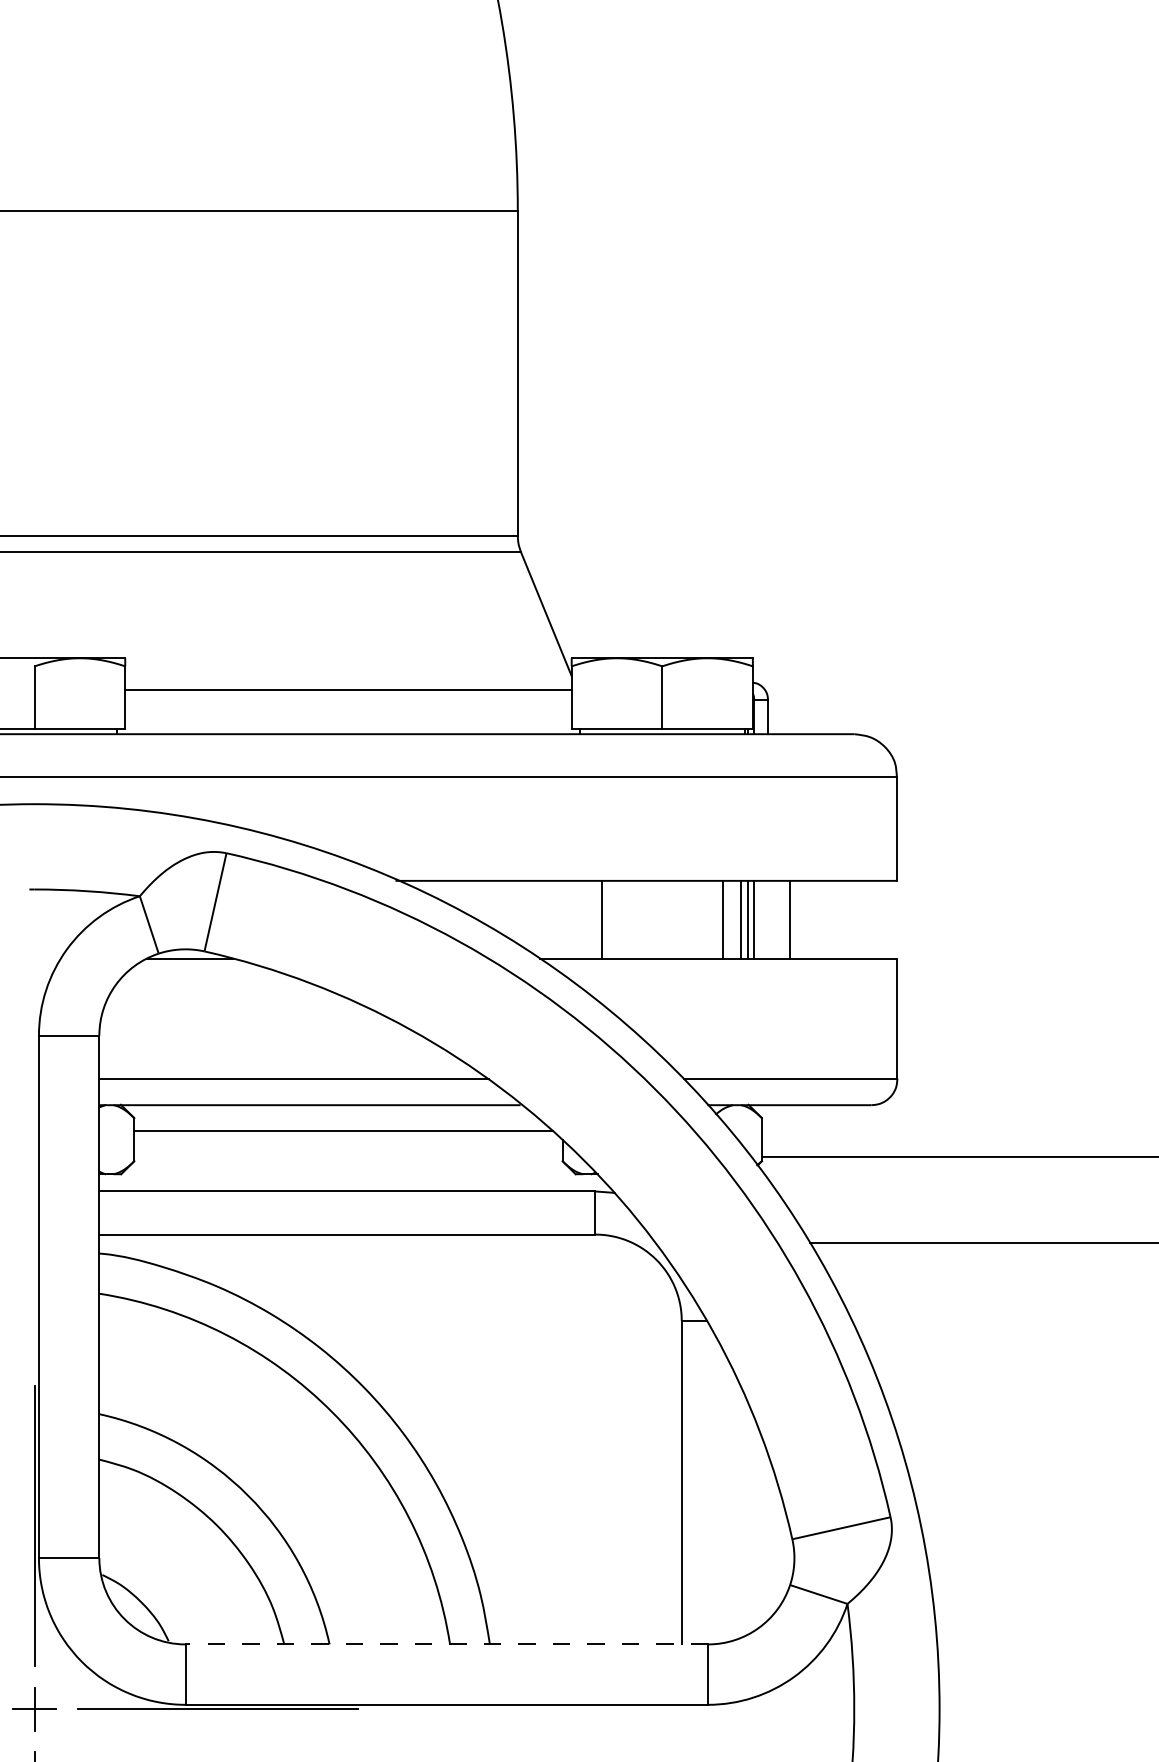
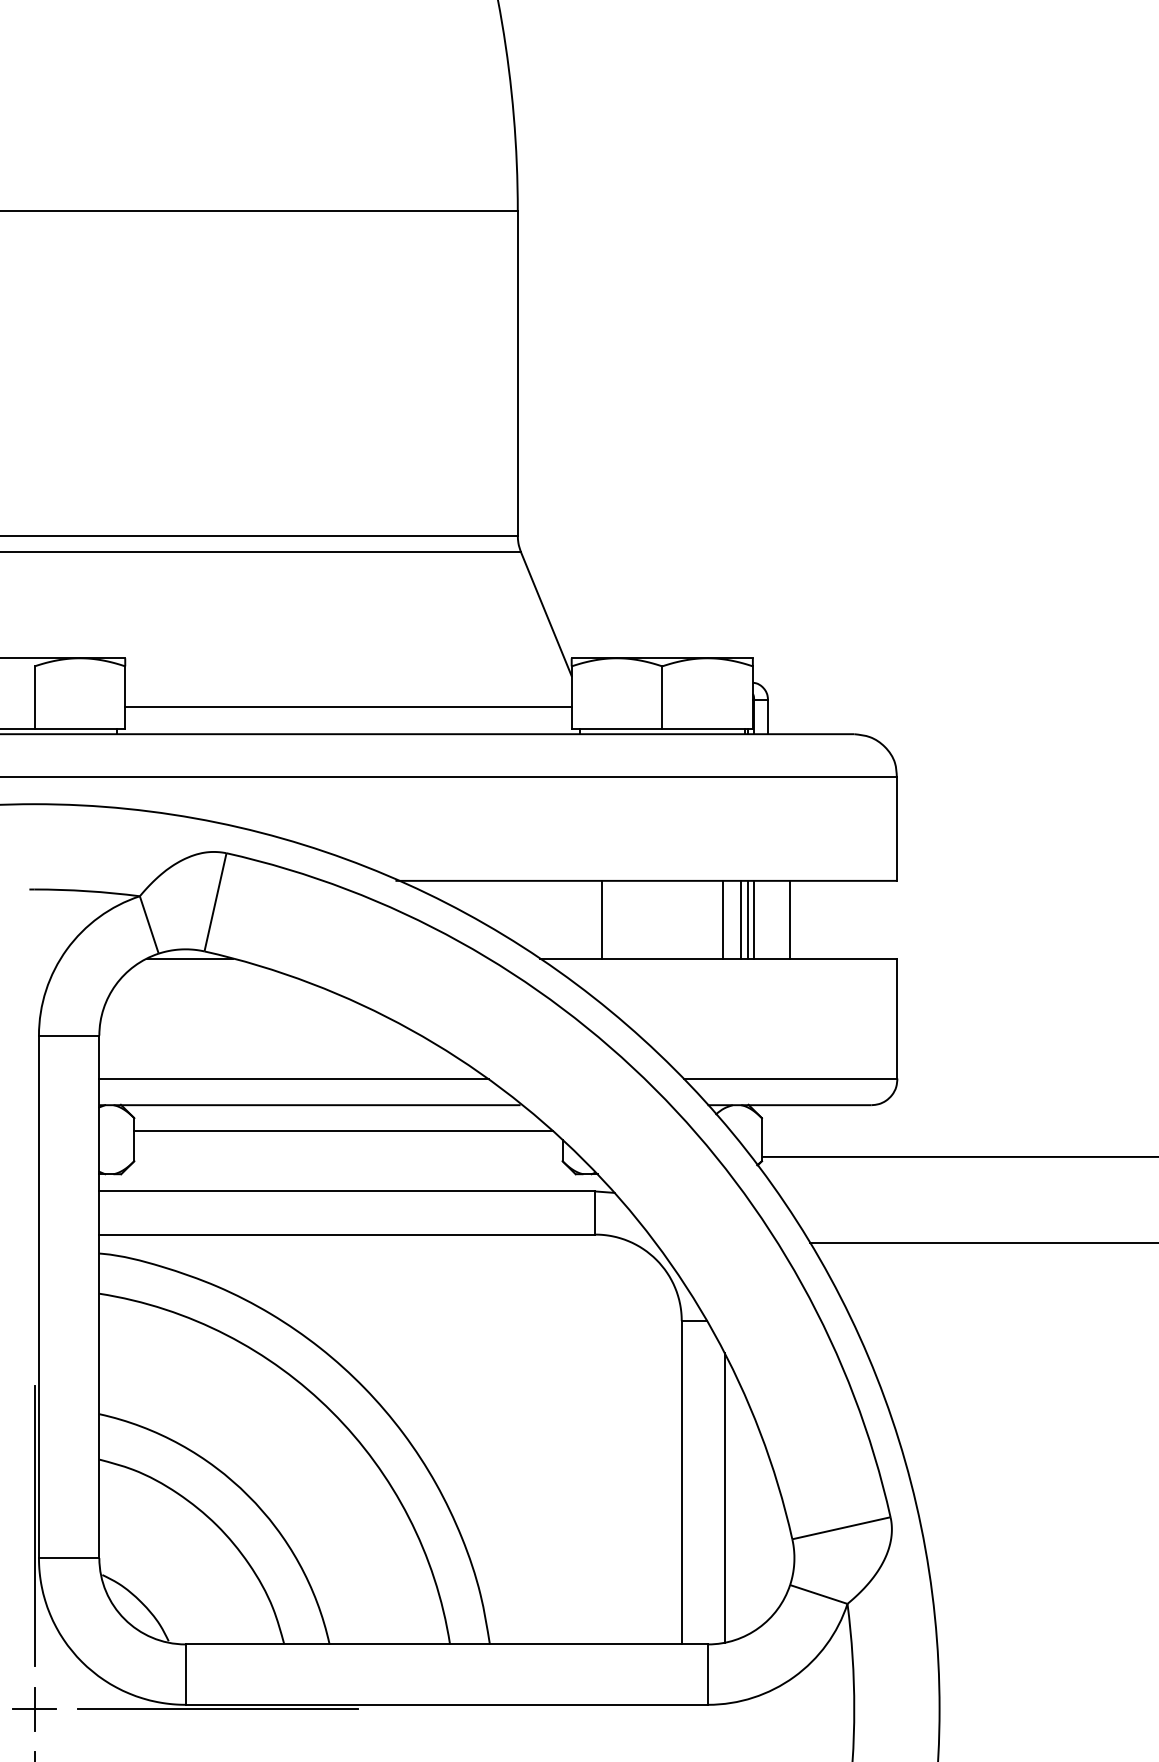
line at (348, 690) position: (348, 690) -> (348, 707)
line at (724, 1497): none -> present
line at (446, 1644): dashed -> solid
